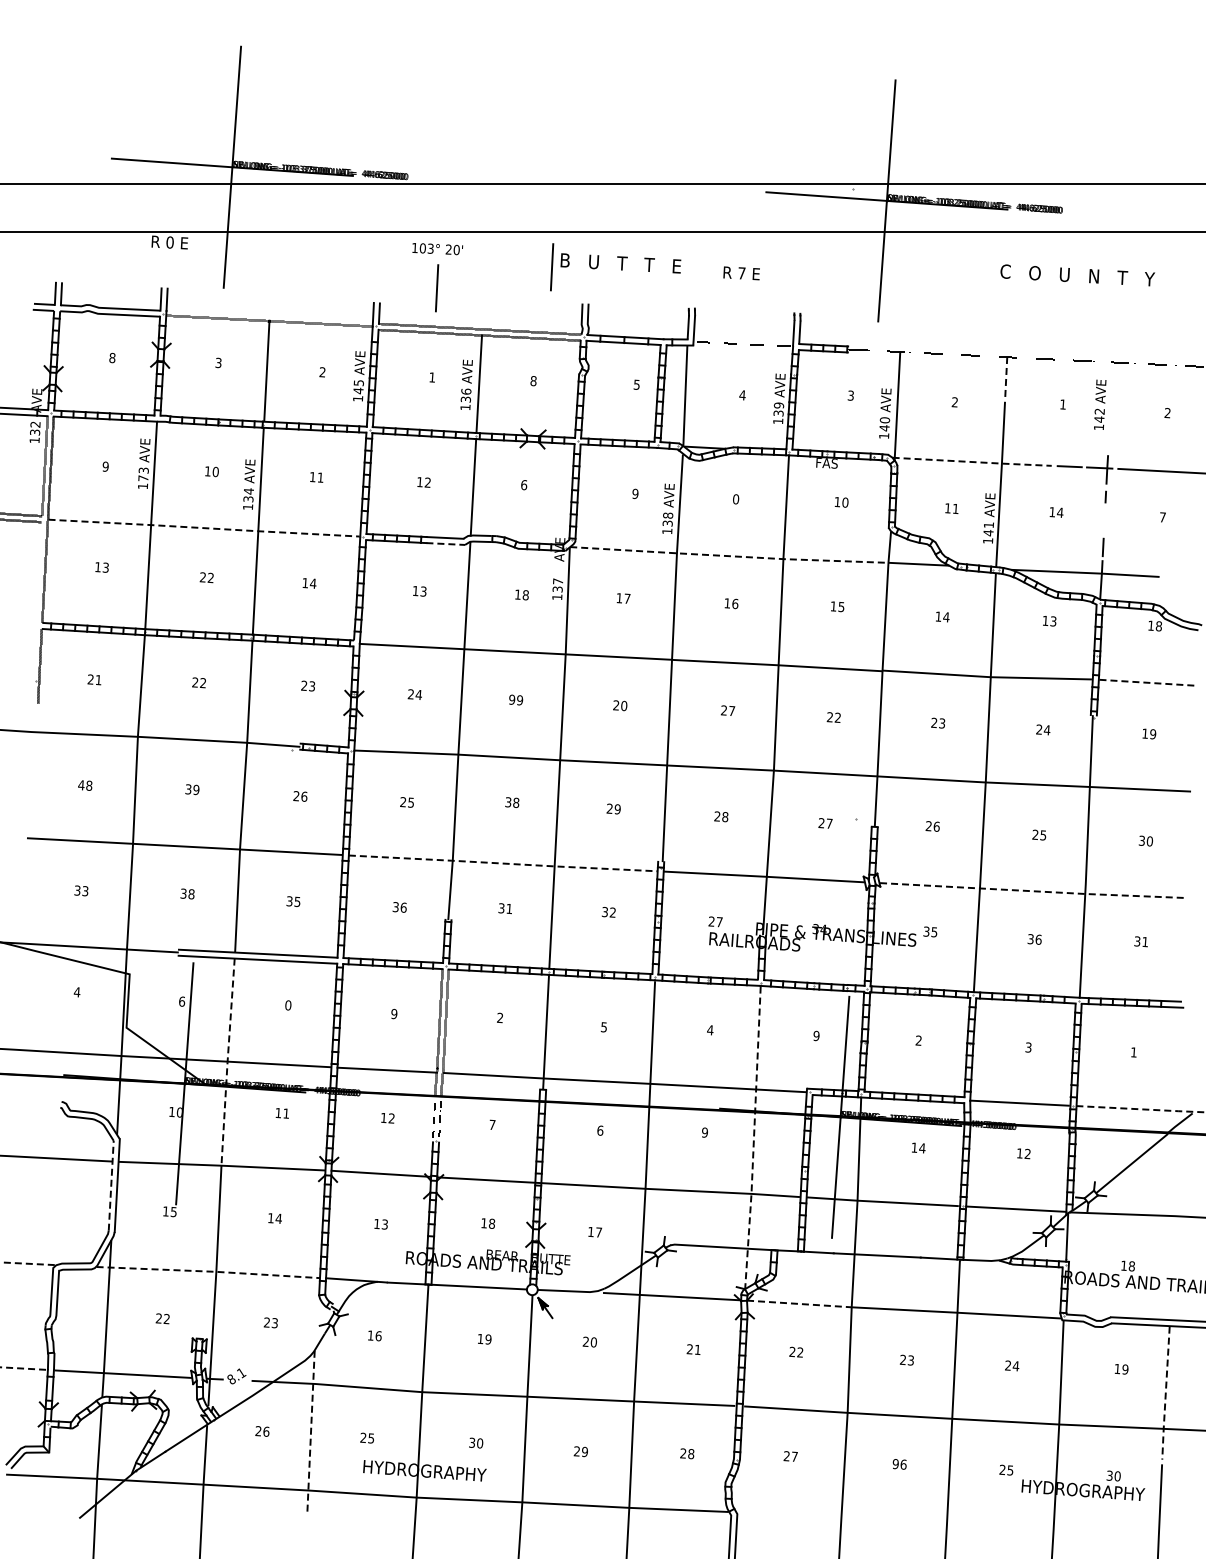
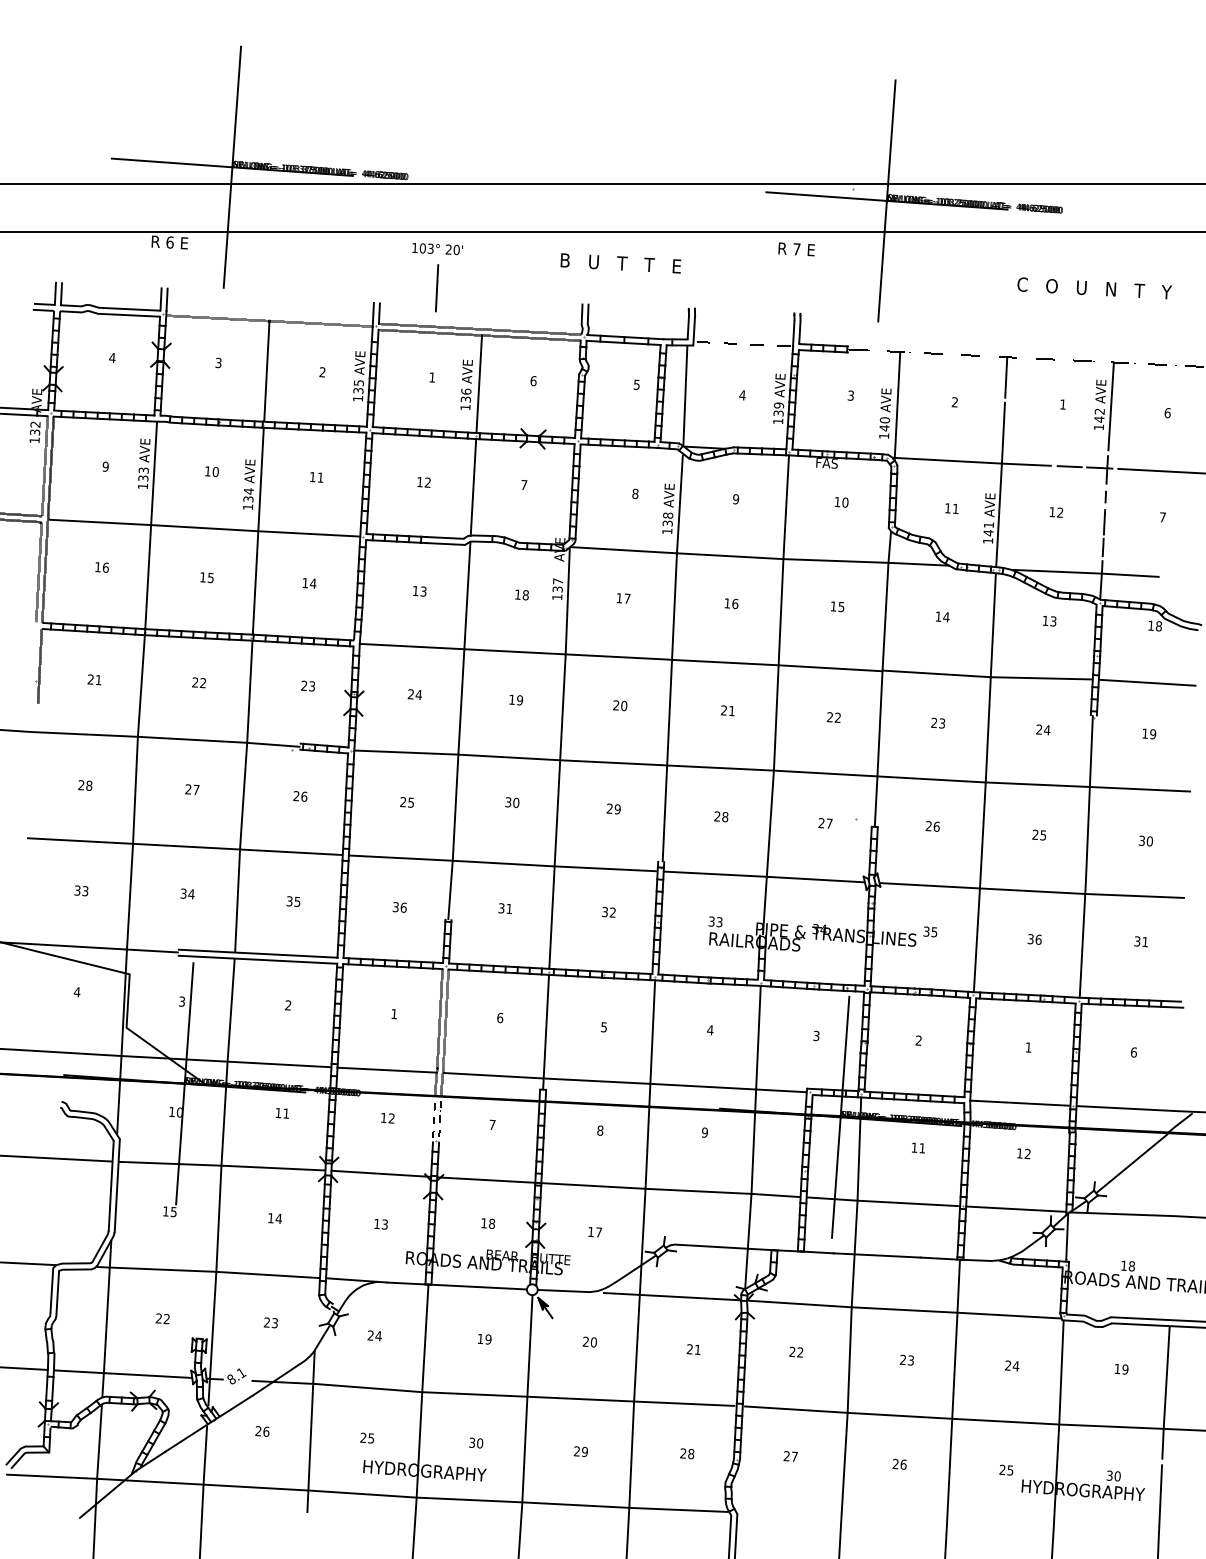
text at (169, 242): 0 -> 6
line at (552, 267): present -> none
text at (741, 273) position: (741, 273) -> (796, 249)
text at (1077, 275) position: (1077, 275) -> (1094, 288)
text at (112, 357): 8 -> 4
line at (1006, 377): dashed -> solid
text at (533, 380): 8 -> 6
text at (358, 390): 145 -> 135
line at (1110, 406): none -> present
text at (1167, 413): 2 -> 6
line at (973, 462): dashed -> solid
text at (143, 478): 173 -> 133
text at (524, 485): 6 -> 7
text at (635, 494): 9 -> 8
text at (735, 499): 0 -> 9
text at (1059, 512): 14 -> 12
line at (1104, 522): none -> present
line at (204, 528): dashed -> solid
line at (446, 544): dashed -> solid
line at (729, 556): dashed -> solid
text at (105, 567): 13 -> 16
line at (38, 572): none -> present
text at (206, 577): 22 -> 15
line at (1147, 682): dashed -> solid
text at (512, 699): 99 -> 19
text at (732, 711): 27 -> 21
text at (81, 785): 48 -> 28
text at (192, 789): 39 -> 27
text at (516, 802): 38 -> 30
line at (503, 863): dashed -> solid
line at (1032, 891): dashed -> solid
text at (191, 894): 38 -> 34
text at (715, 922): 27 -> 33
text at (181, 1001): 6 -> 3
text at (288, 1005): 0 -> 2
text at (394, 1013): 9 -> 1
text at (500, 1017): 2 -> 6
text at (816, 1035): 9 -> 3
text at (1028, 1047): 3 -> 1
text at (1133, 1052): 1 -> 6
line at (227, 1062): dashed -> solid
line at (1141, 1109): dashed -> solid
text at (600, 1130): 6 -> 8
line at (753, 1139): dashed -> solid
text at (922, 1148): 14 -> 11
line at (111, 1185): dashed -> solid
line at (28, 1263): dashed -> solid
line at (208, 1271): dashed -> solid
line at (799, 1304): dashed -> solid
text at (374, 1335): 16 -> 24
line at (24, 1368): dashed -> solid
line at (1165, 1394): dashed -> solid
line at (311, 1432): dashed -> solid
text at (895, 1464): 96 -> 26
